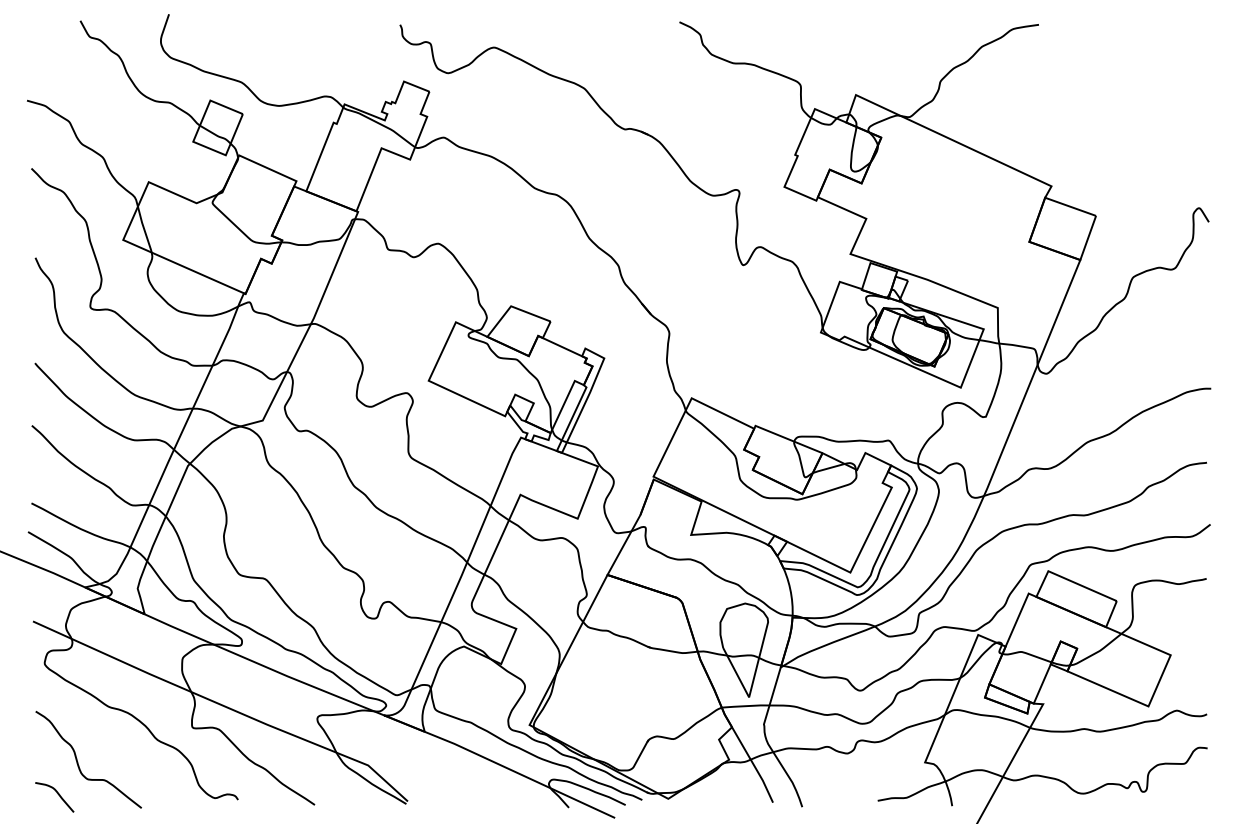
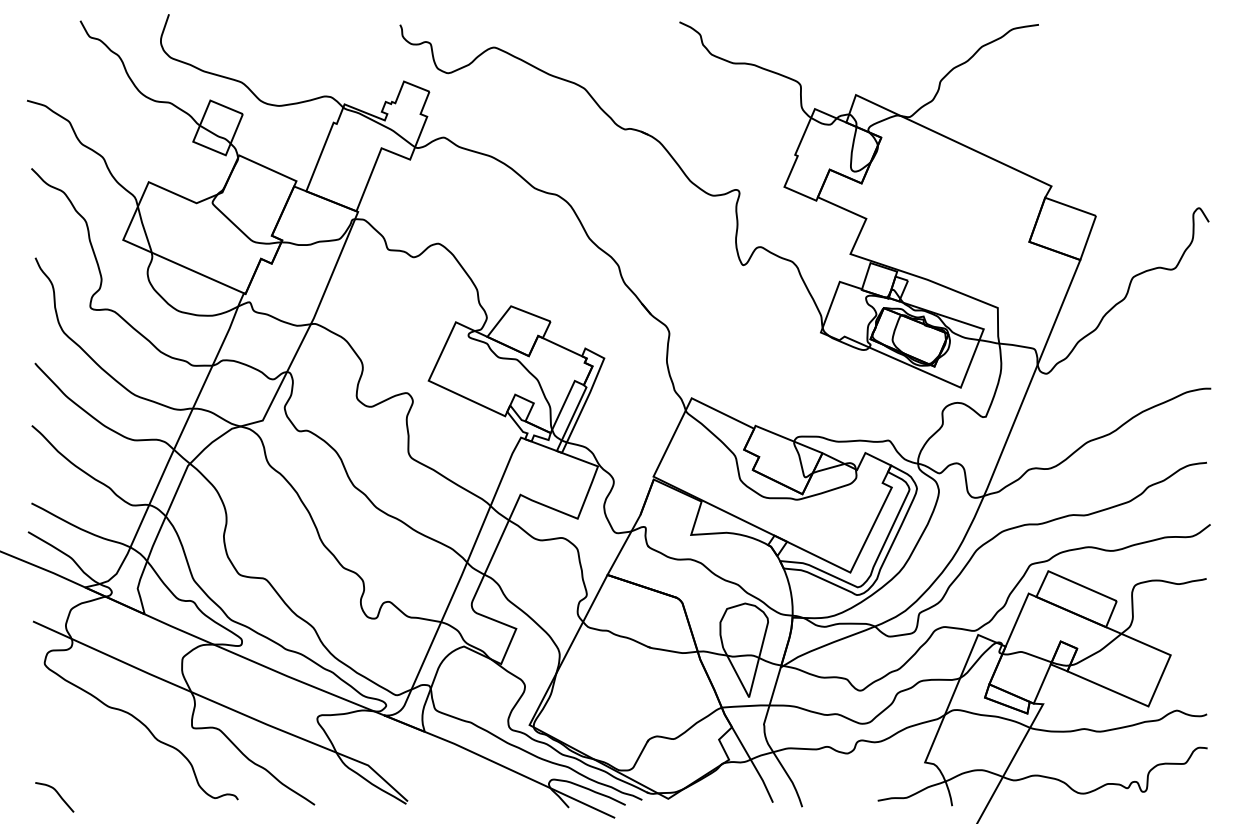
curve at (78, 762): present -> none
